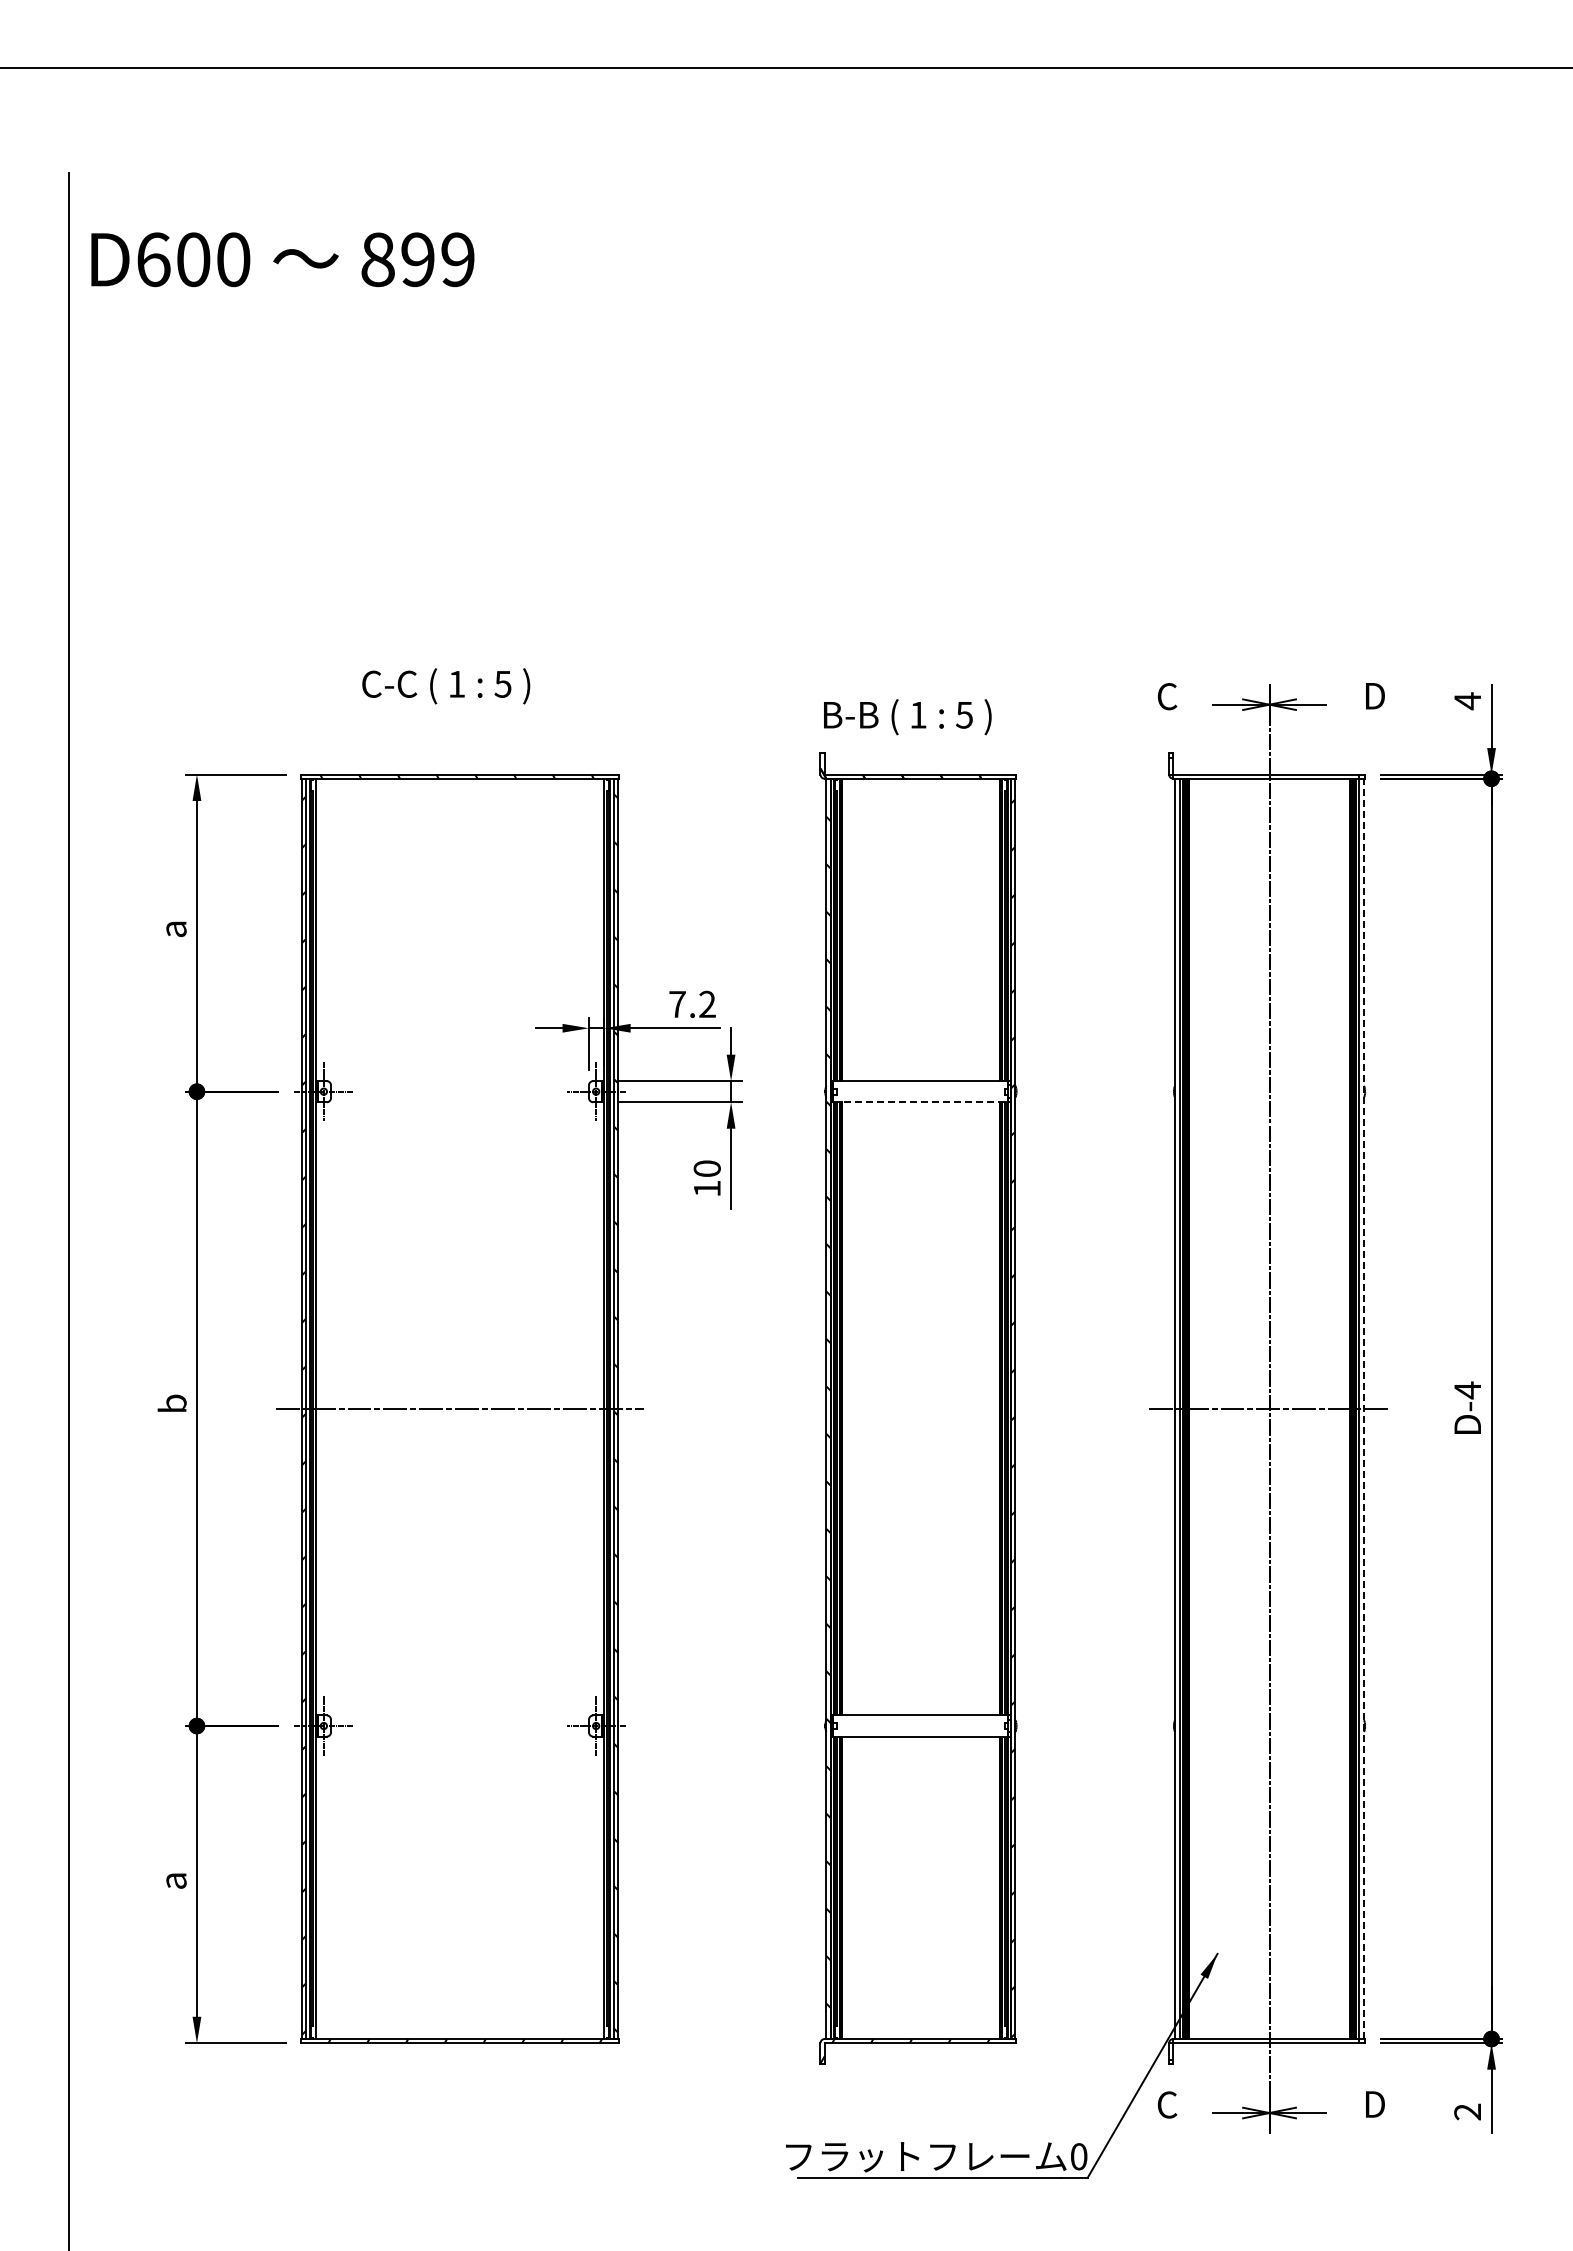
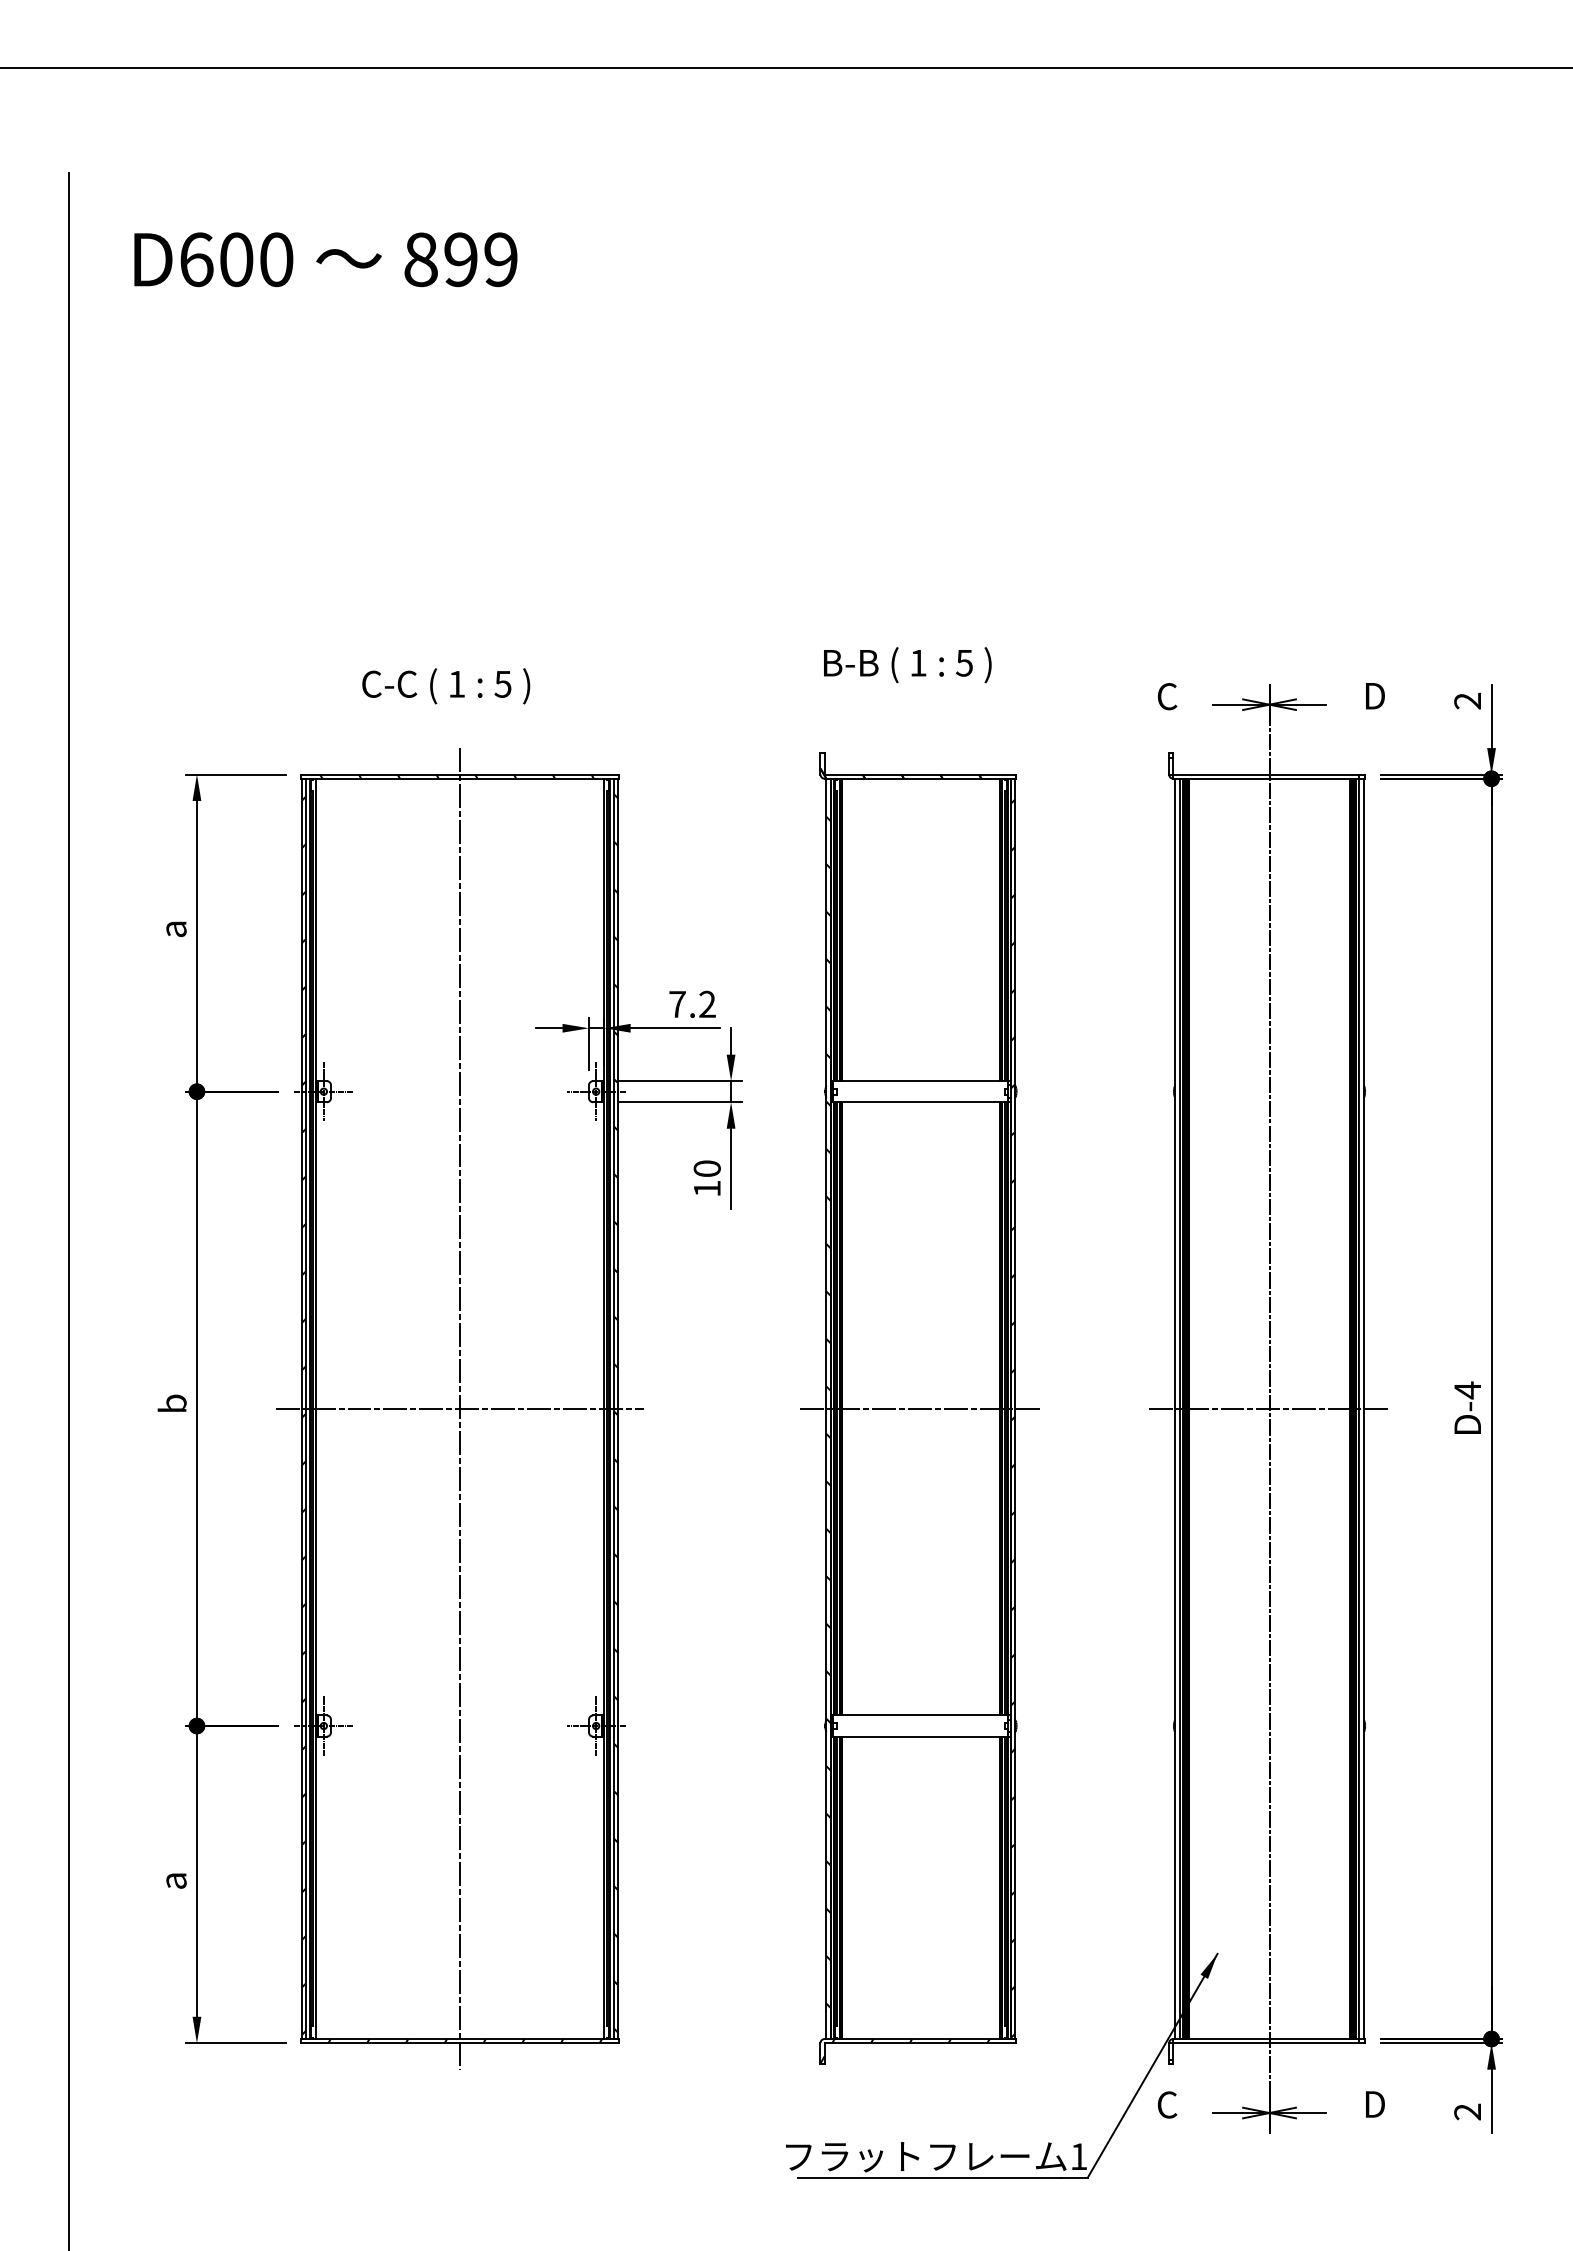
text at (282, 259) position: (282, 259) -> (325, 259)
text at (1467, 701): 4 -> 2
text at (907, 717) position: (907, 717) -> (907, 665)
line at (920, 1102): dashed -> solid
line at (460, 1408): none -> present
line at (920, 1408): none -> present
line at (1364, 1408): dashed -> solid
text at (1079, 2156): 0 -> 1
